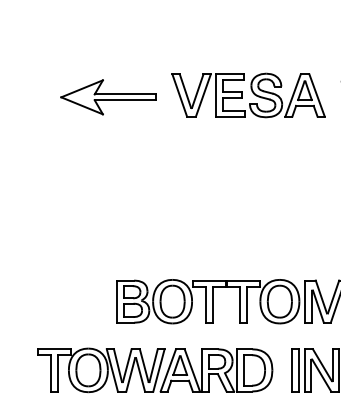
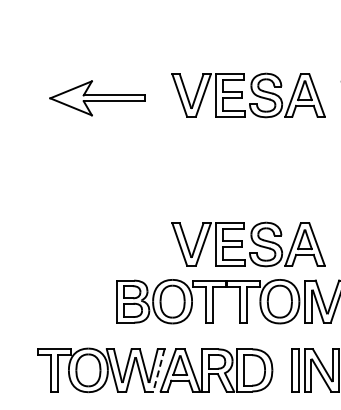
part at (108, 97) position: (108, 97) -> (97, 98)
part at (248, 244): none -> present
line at (158, 370): solid -> dashed
